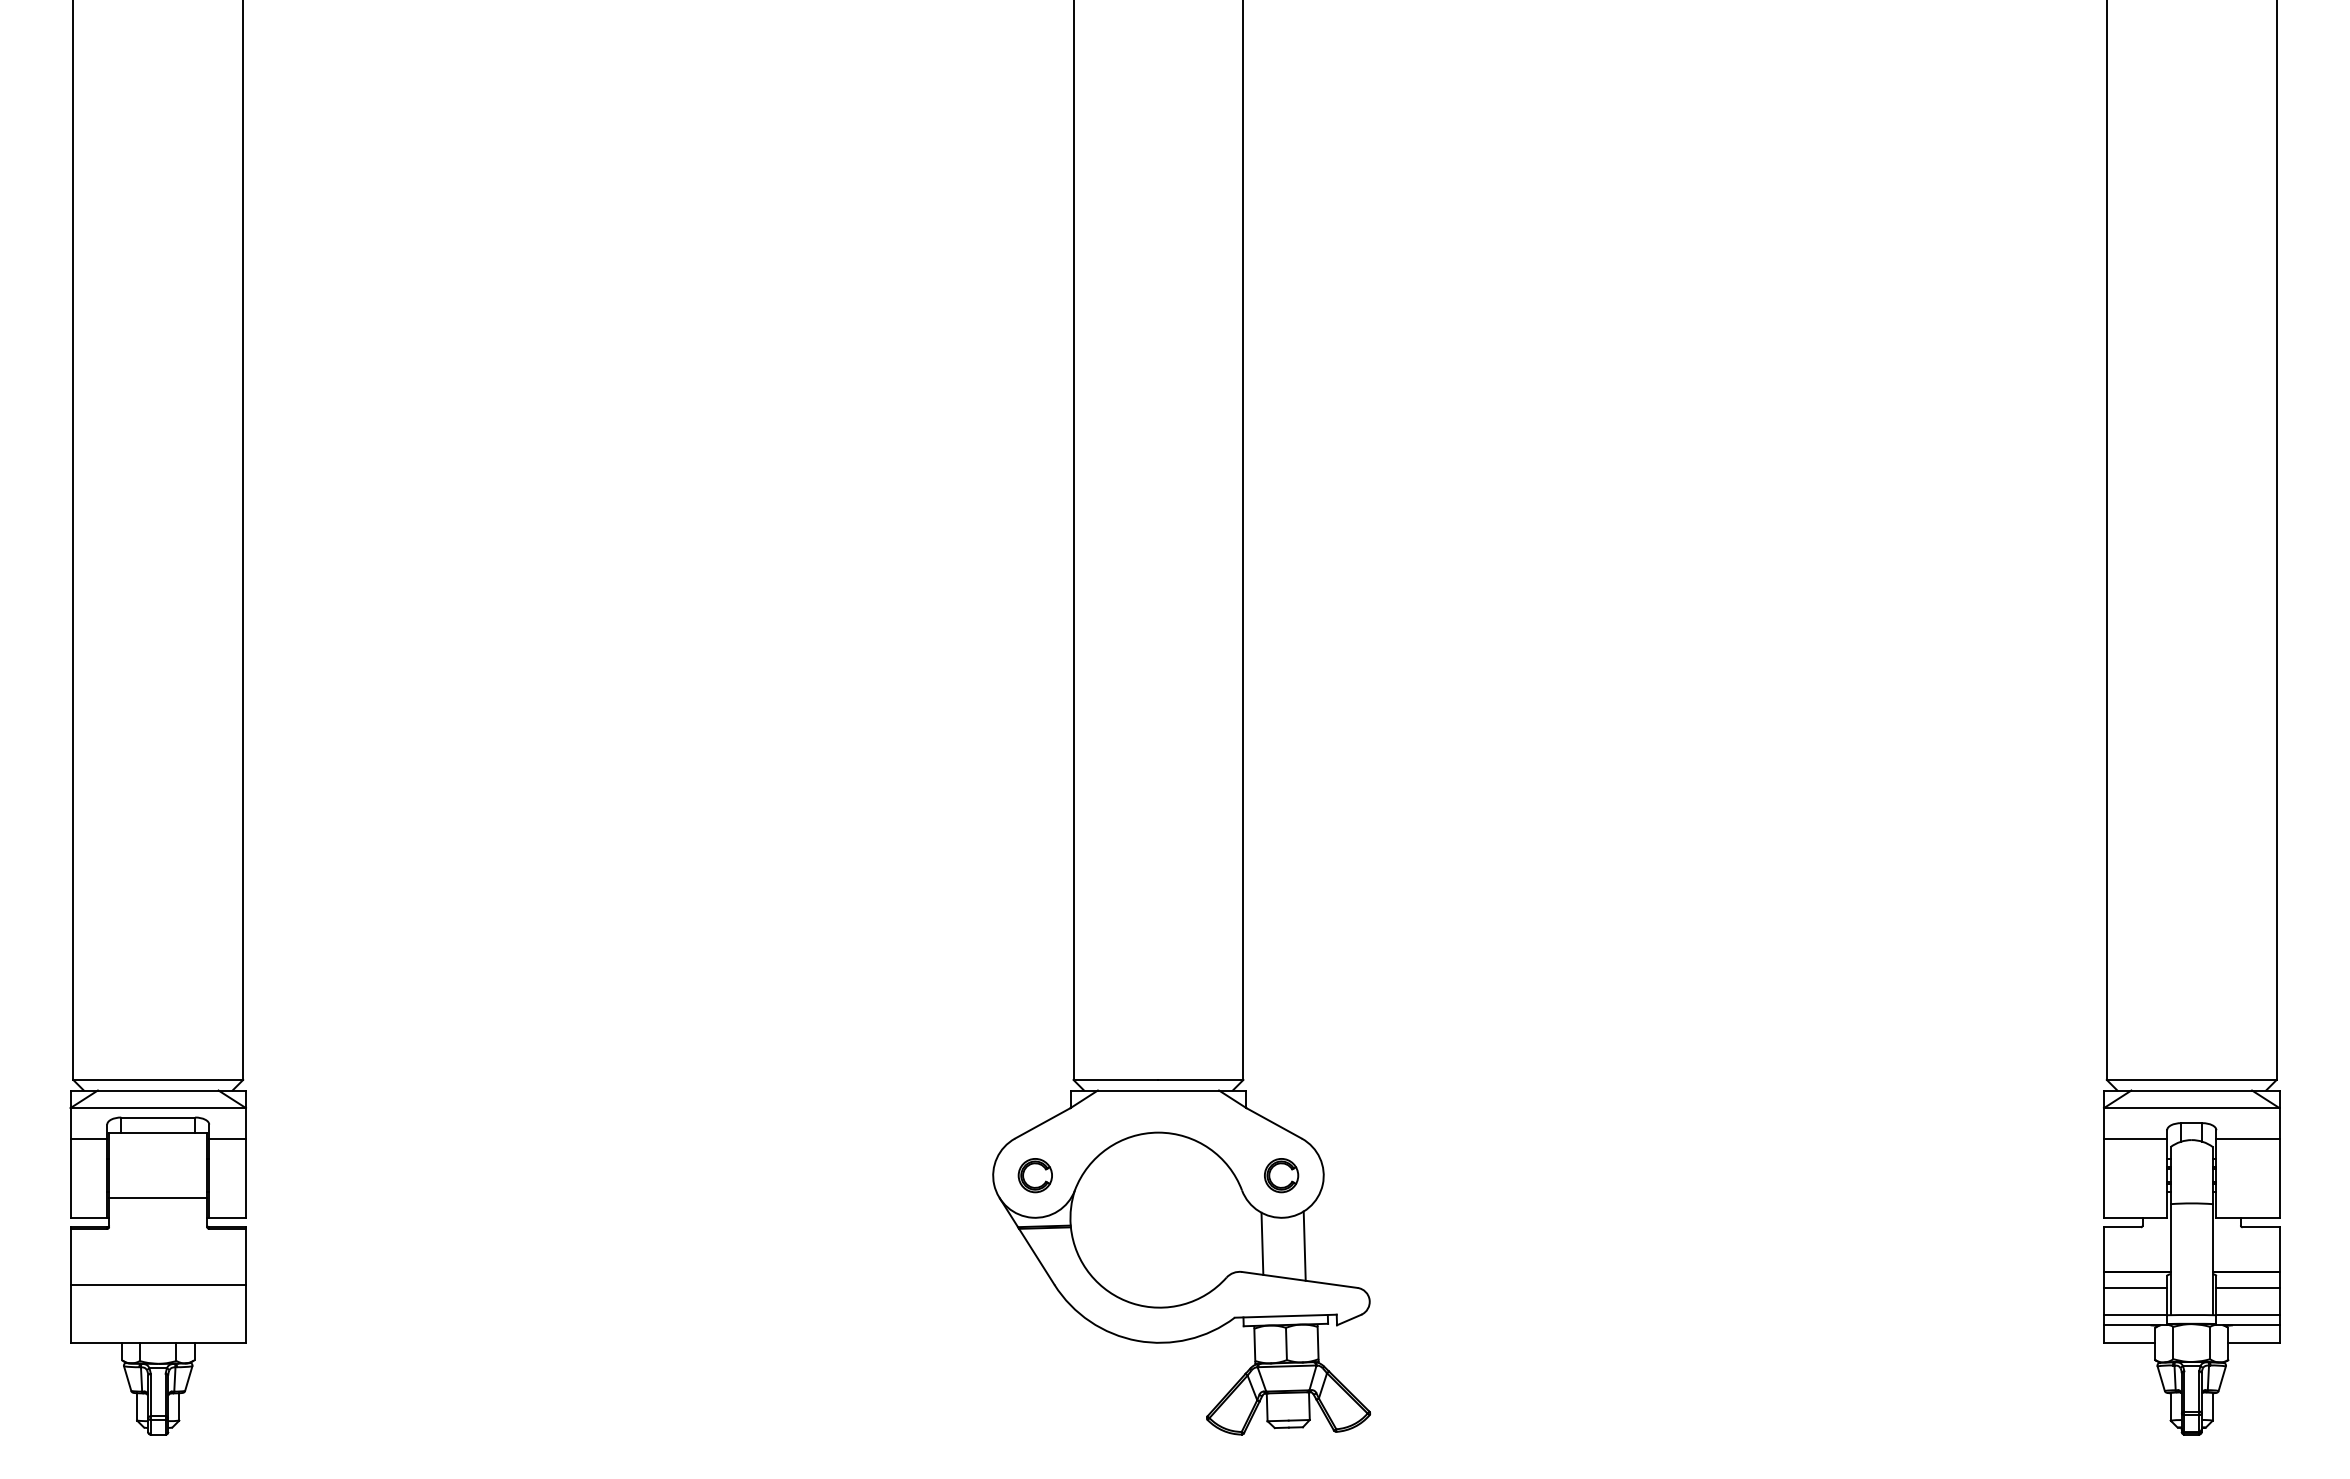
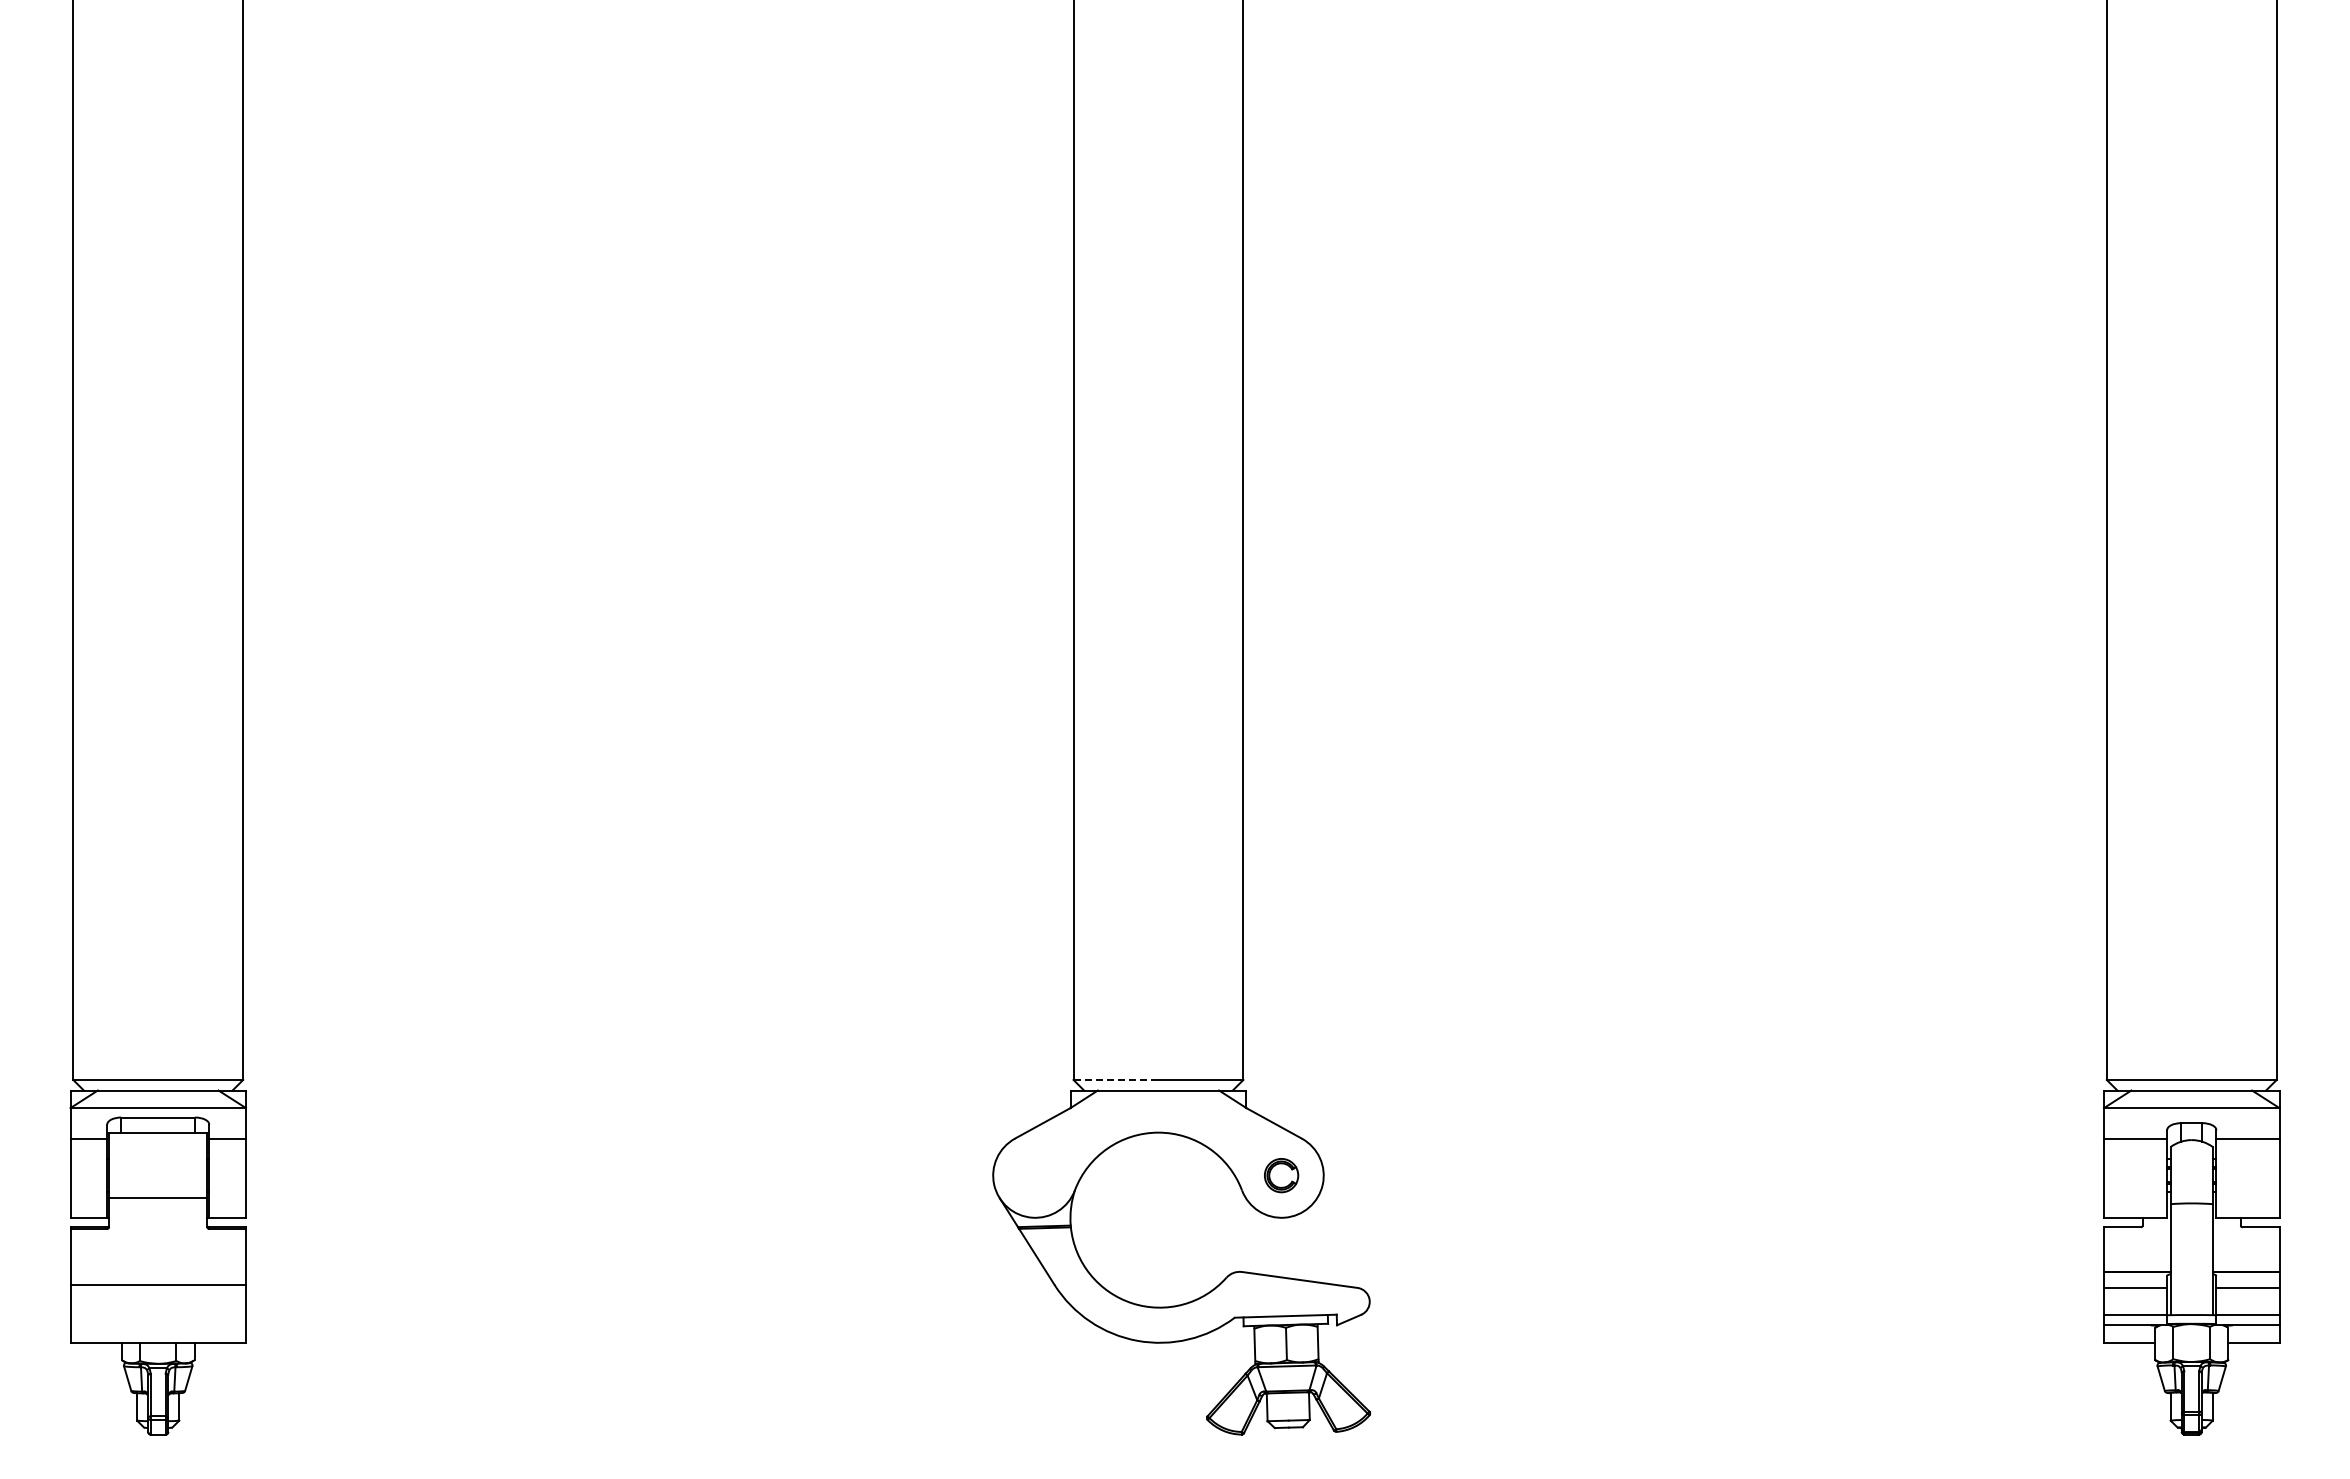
line at (1116, 1079): solid -> dashed
part at (1034, 1175): present -> none
line at (1262, 1243): present -> none
line at (1304, 1245): present -> none
